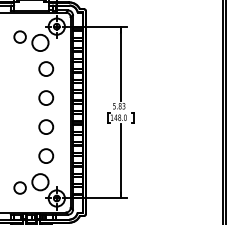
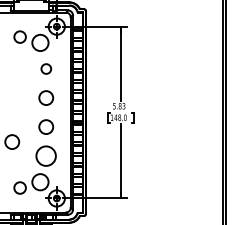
circle at (46, 68) size: 17x16 px -> 13x12 px
circle at (12, 141): none -> present
circle at (46, 155) size: 17x16 px -> 22x22 px
